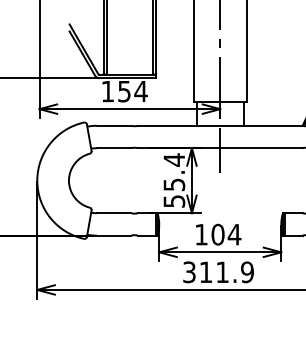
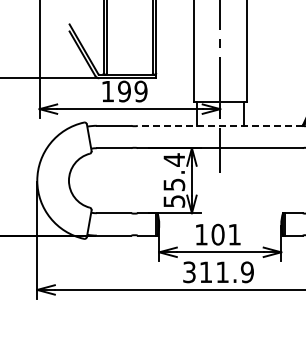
text at (132, 91): 154 -> 199
line at (219, 125): solid -> dashed
text at (234, 234): 104 -> 101
